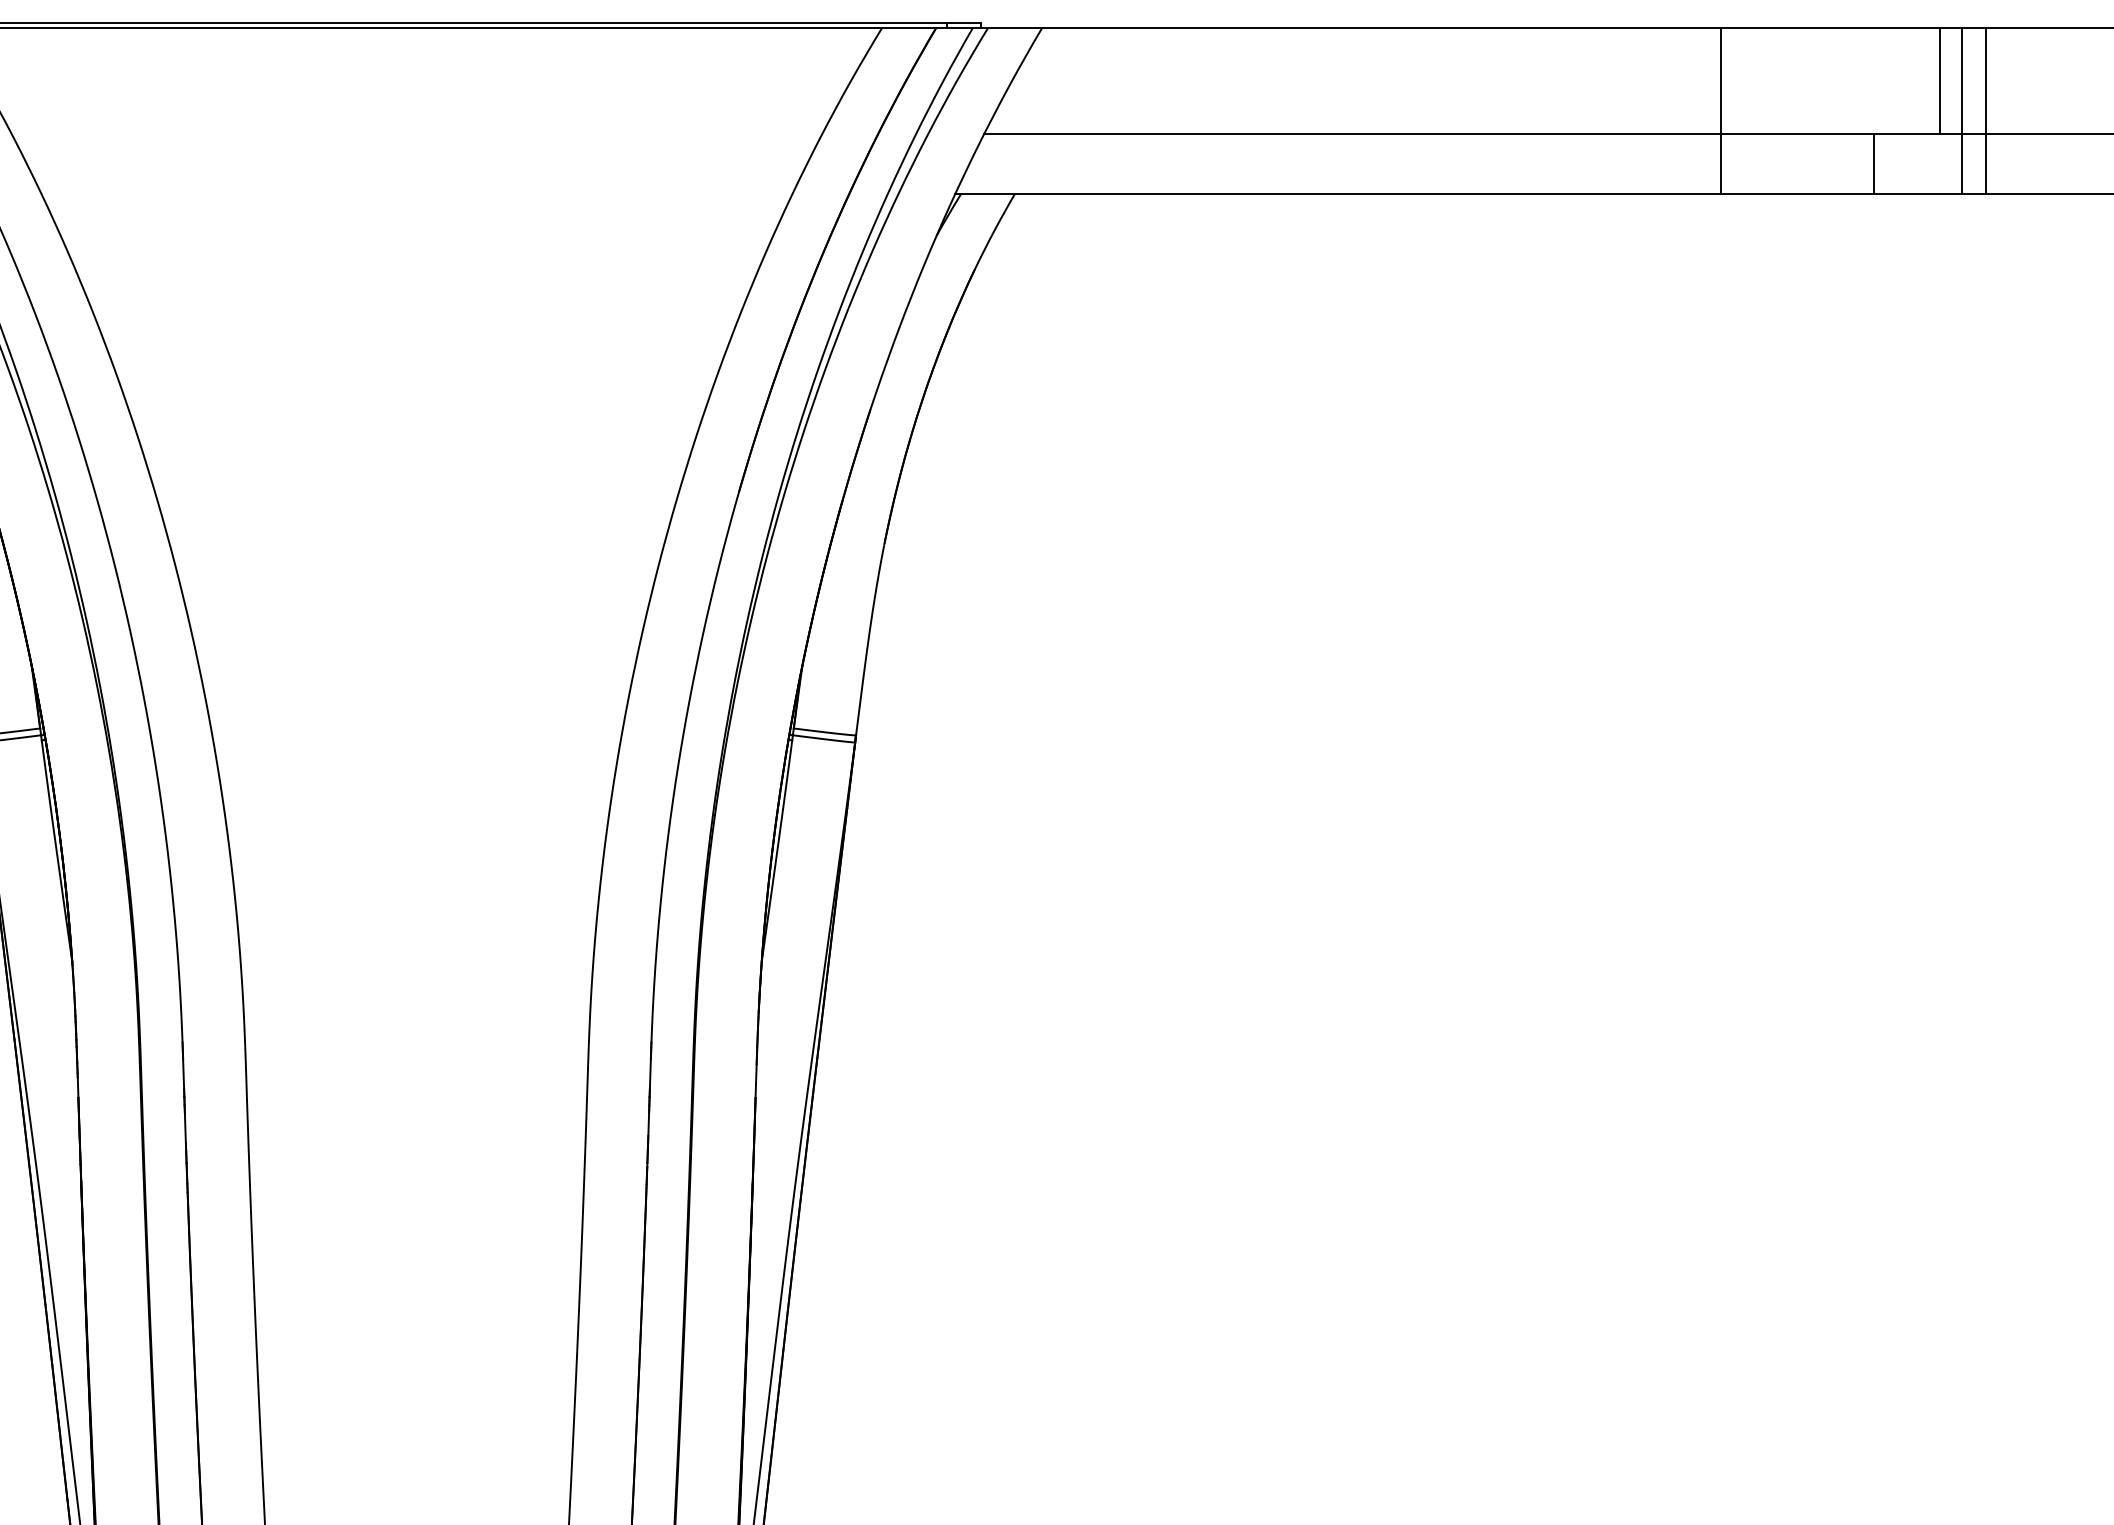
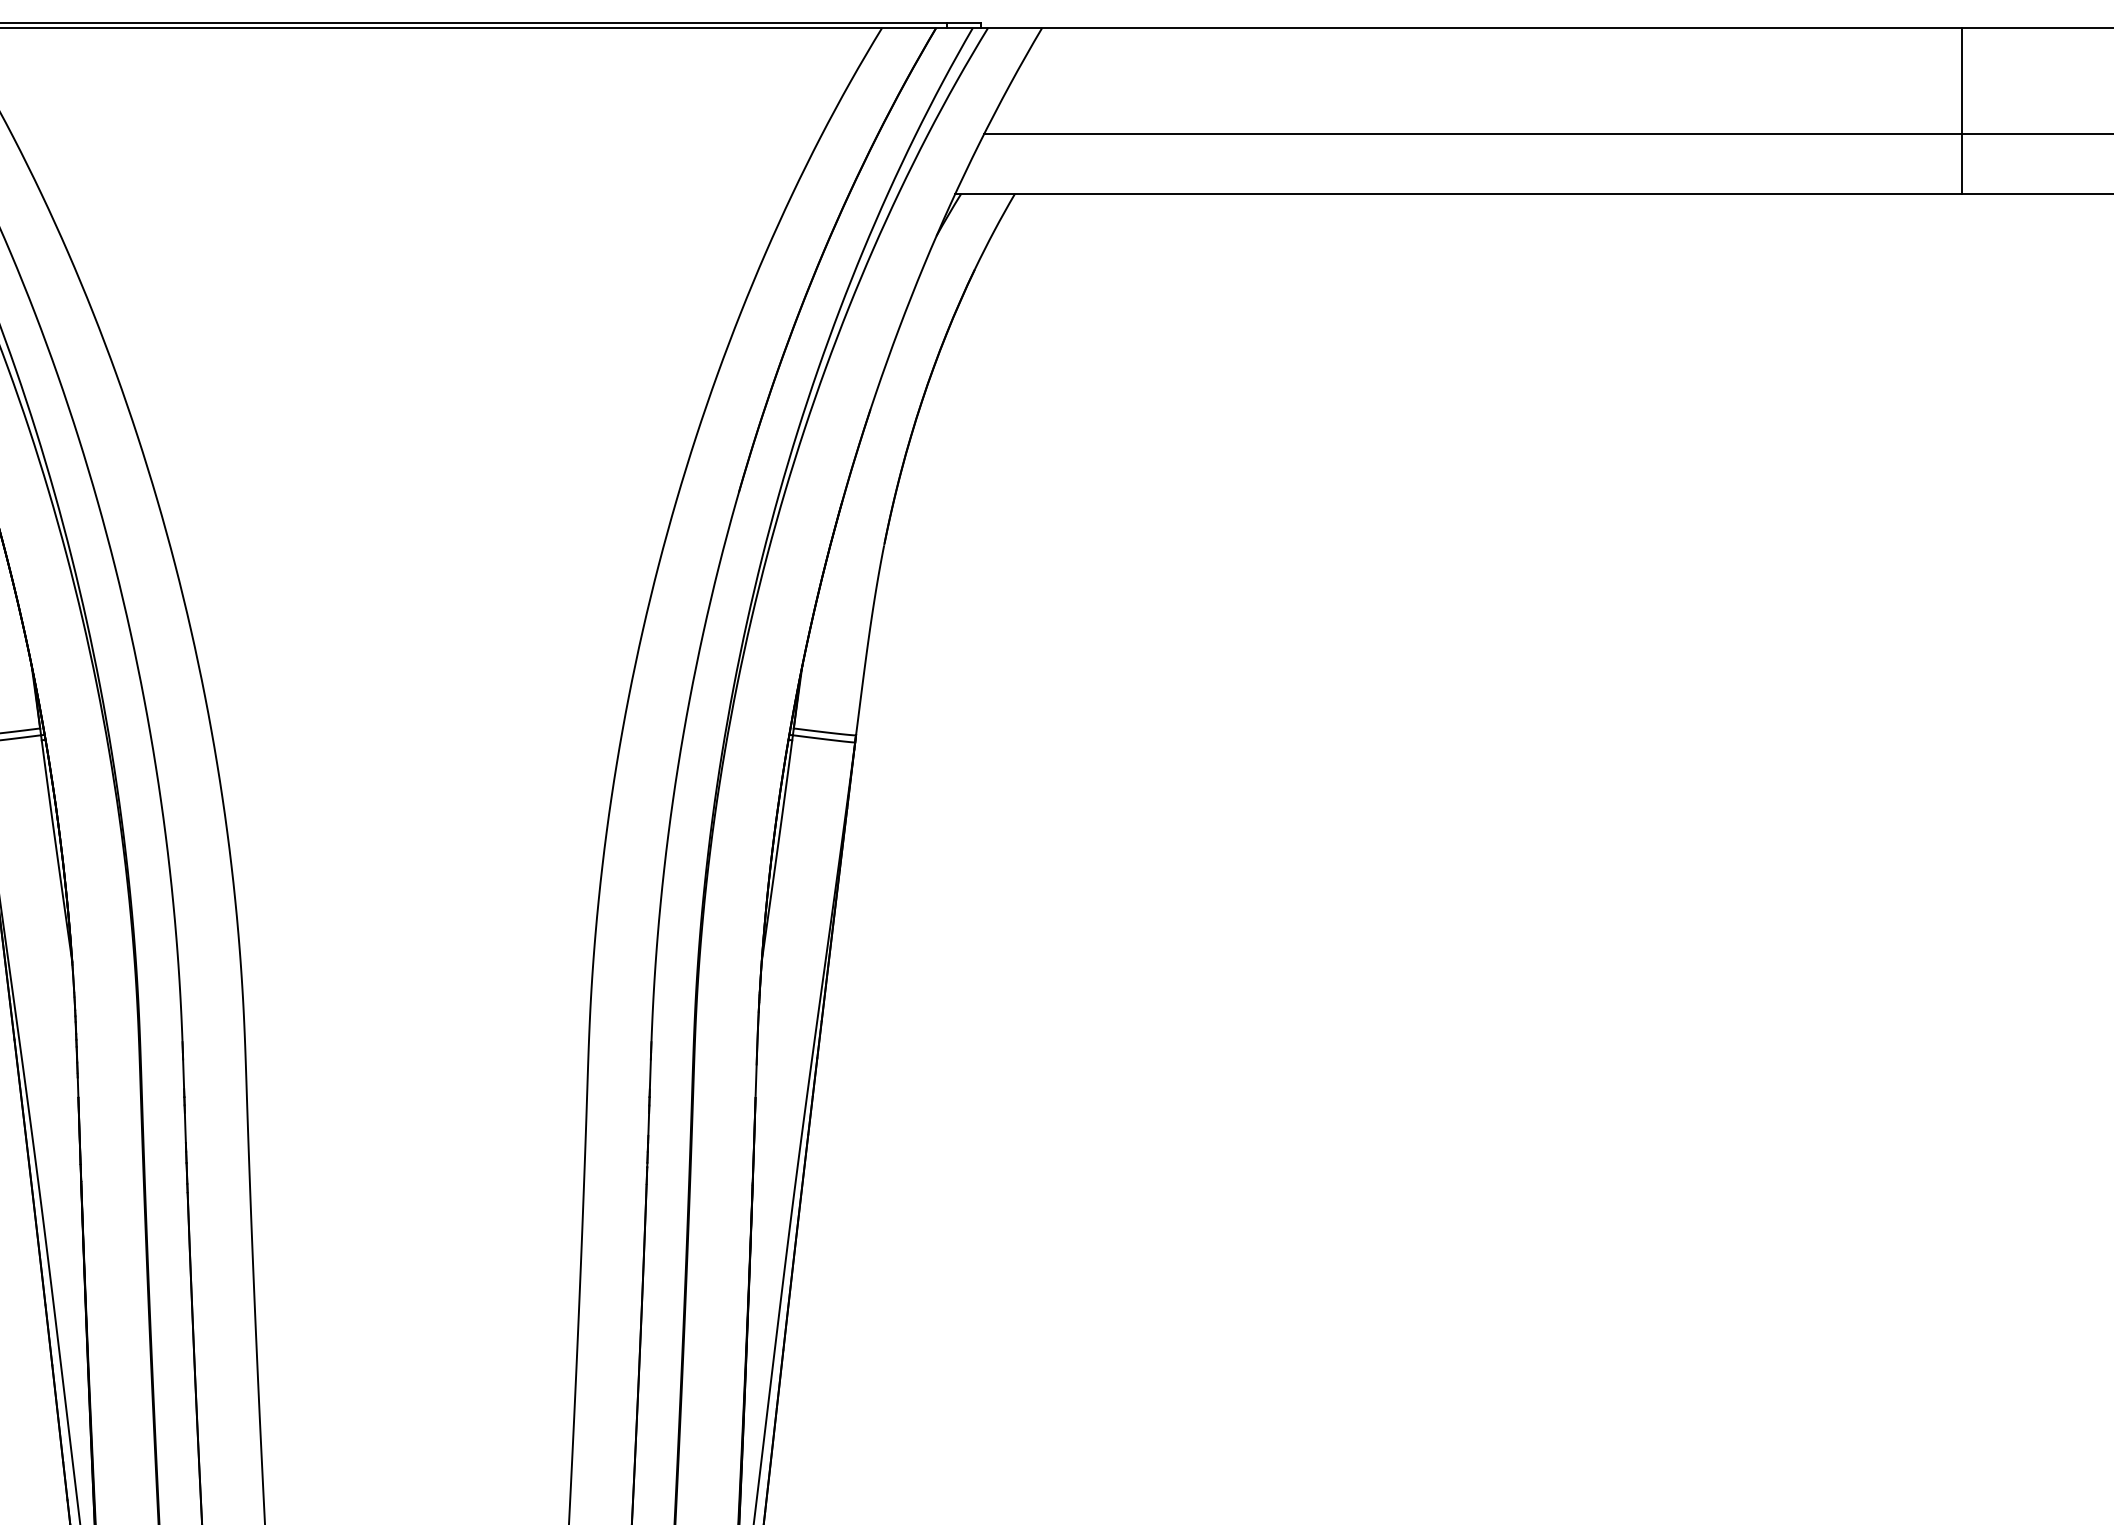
line at (1940, 80): present -> none
line at (1720, 110): present -> none
line at (1985, 110): present -> none
line at (1874, 163): present -> none
